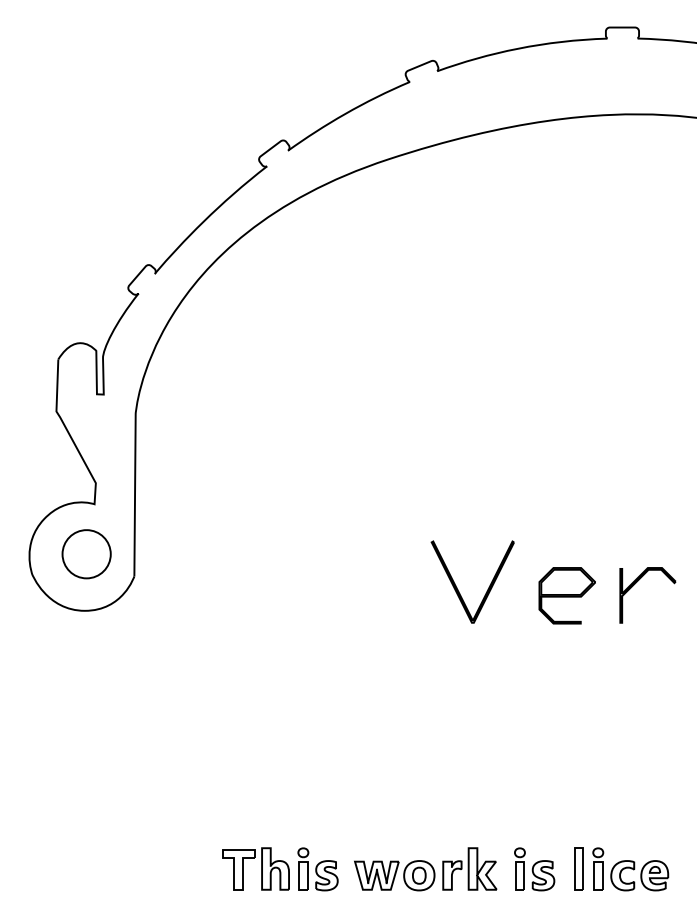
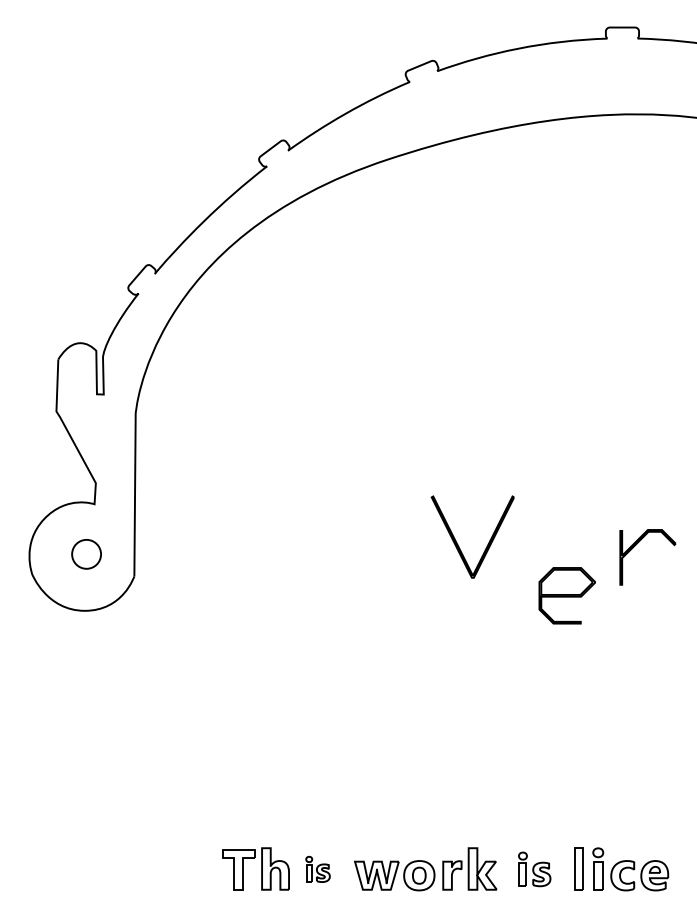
part at (86, 554) size: 51x51 px -> 31x31 px
part at (636, 583) position: (636, 583) -> (636, 545)
part at (458, 589) position: (458, 589) -> (458, 544)
part at (317, 869) size: 42x45 px -> 26x28 px
part at (534, 869) size: 42x45 px -> 34x37 px
